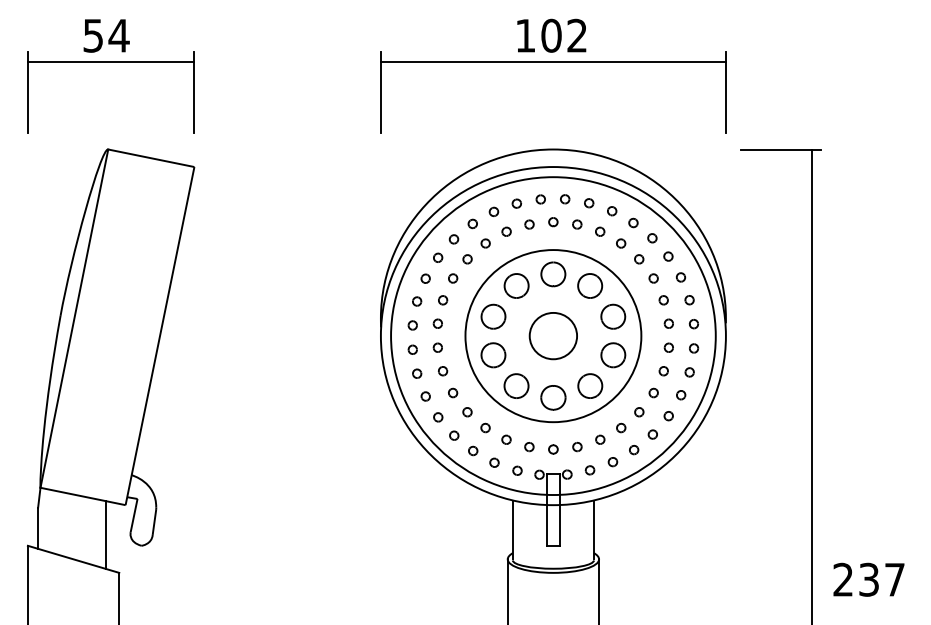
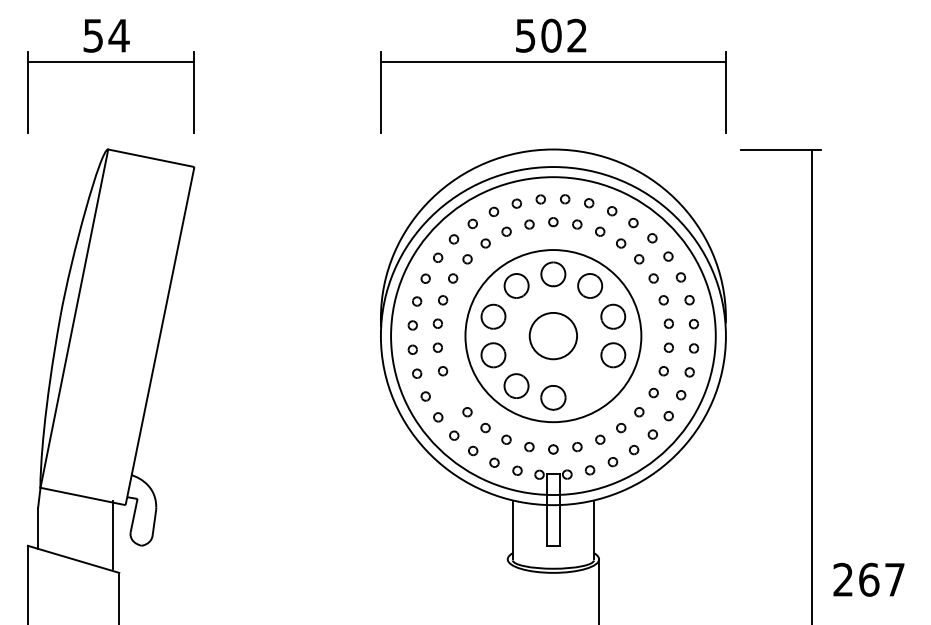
text at (525, 35): 102 -> 502
part at (590, 385): present -> none
part at (453, 392): present -> none
line at (105, 534) position: (105, 534) -> (112, 534)
text at (869, 579): 237 -> 267
line at (507, 590): present -> none
